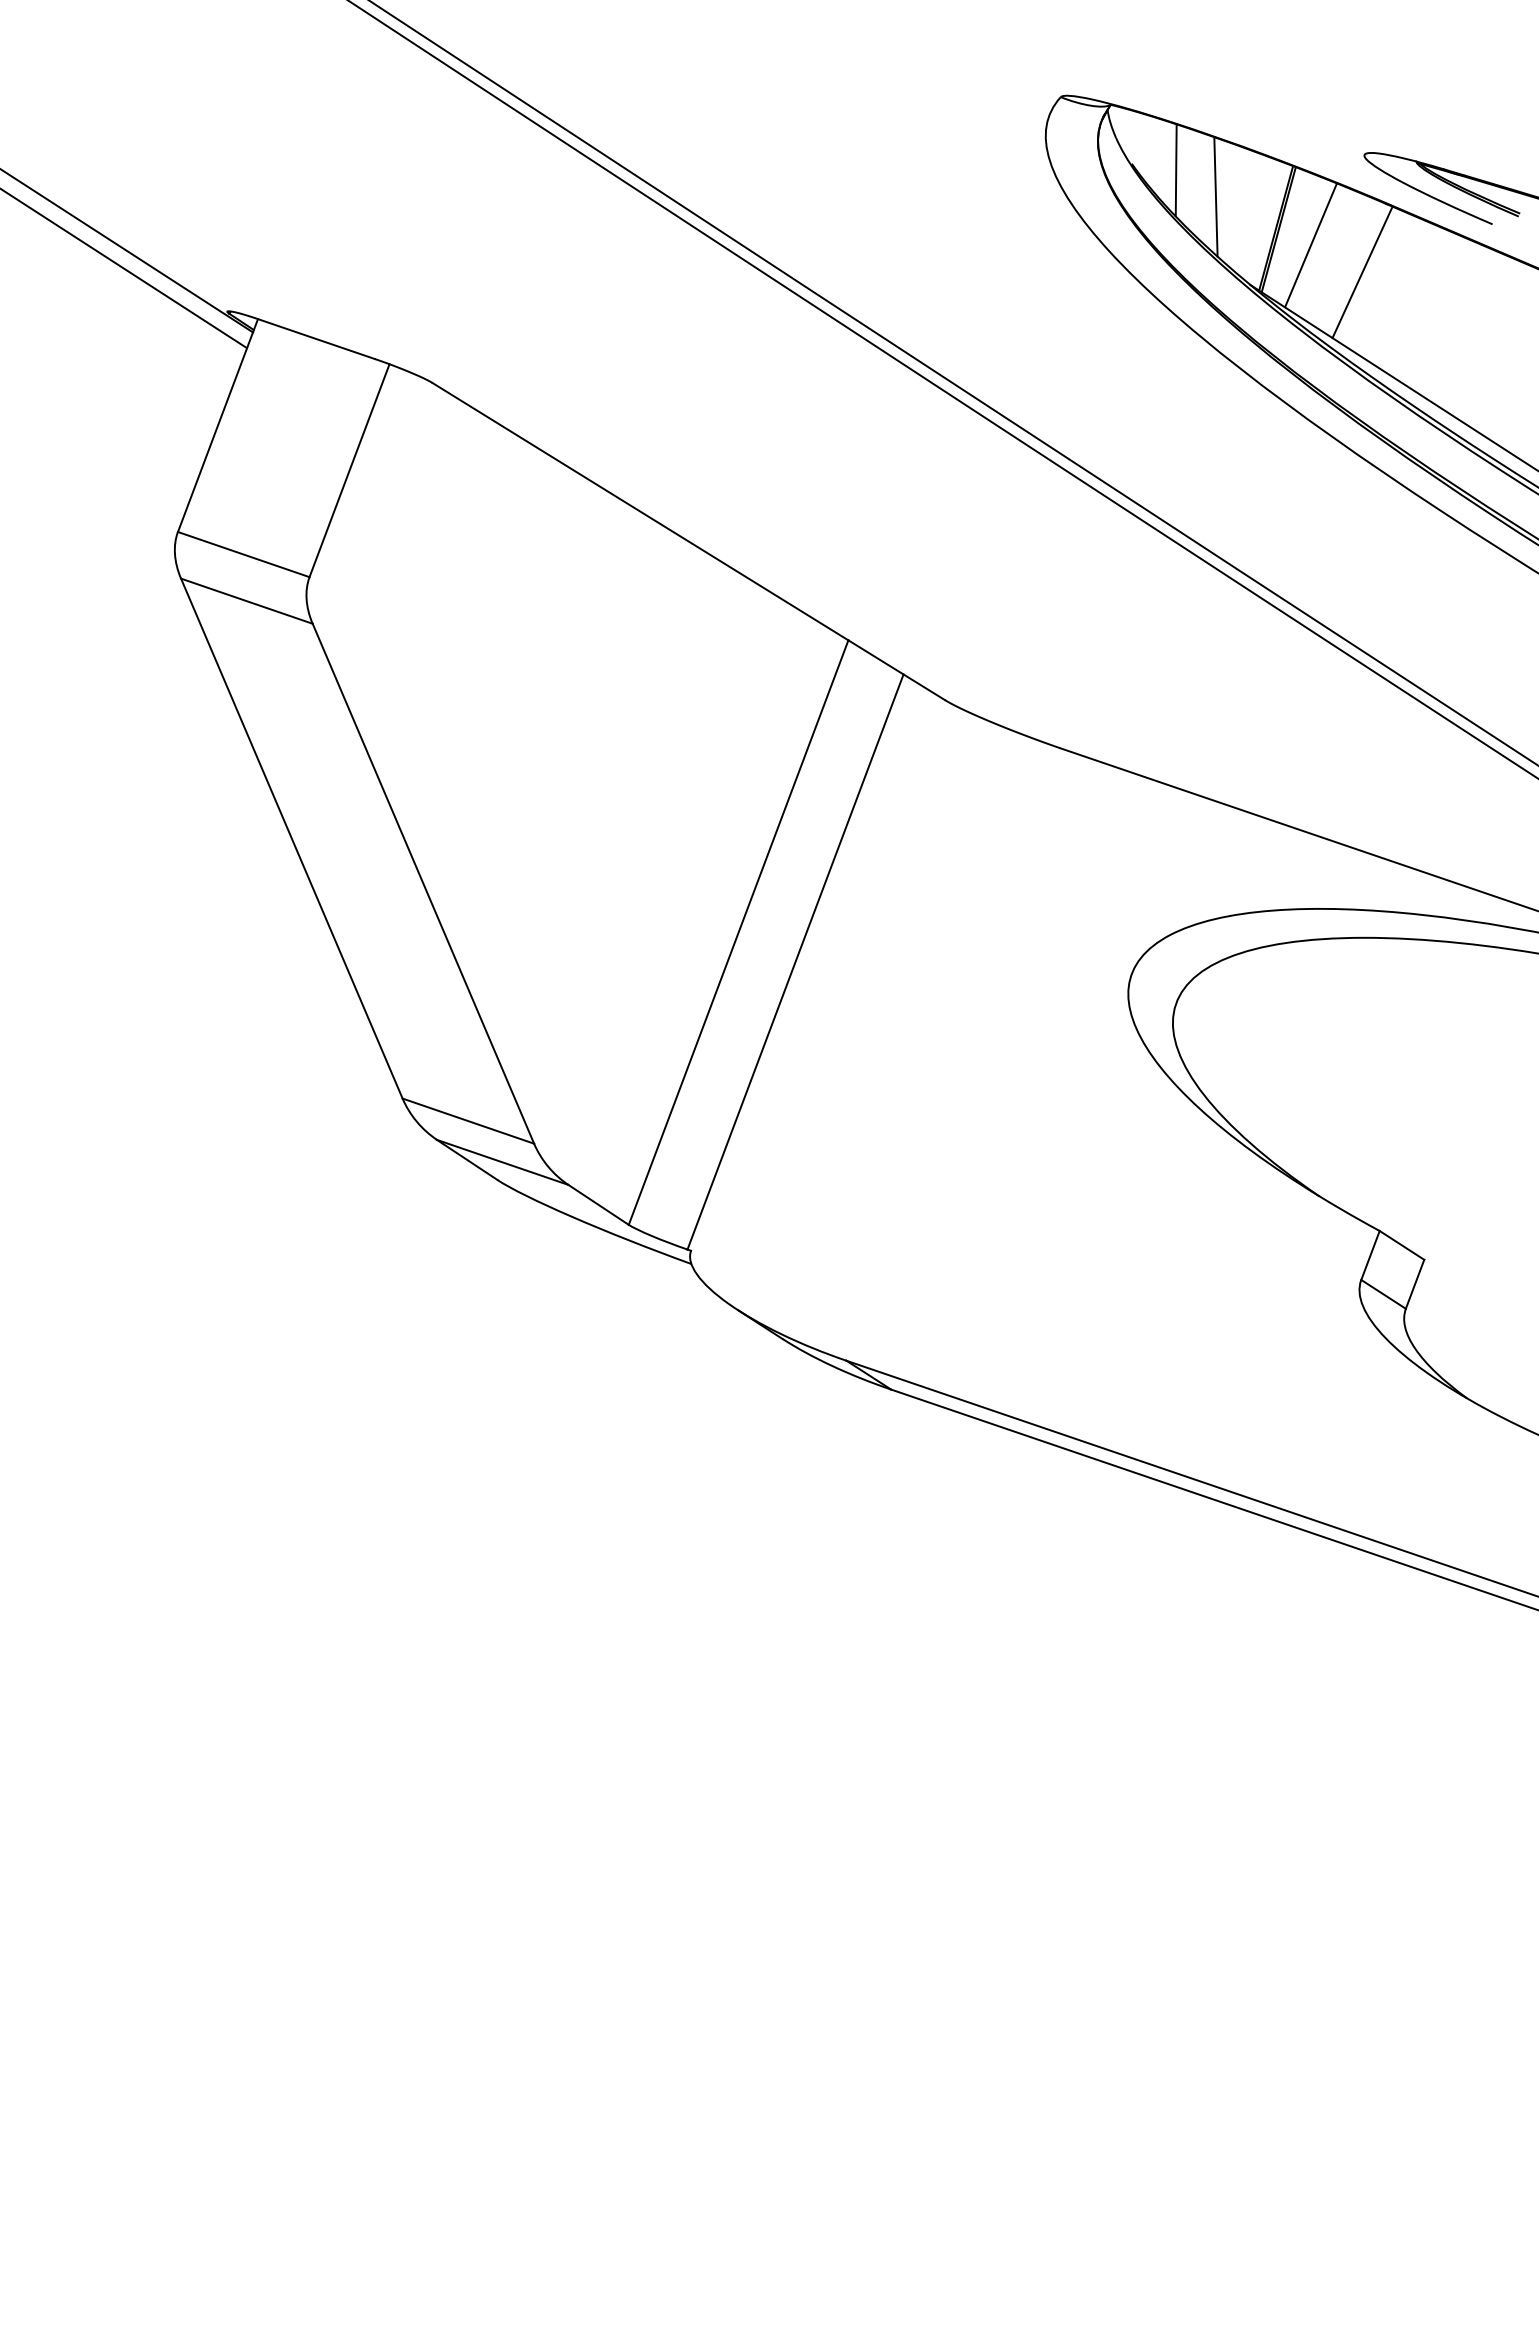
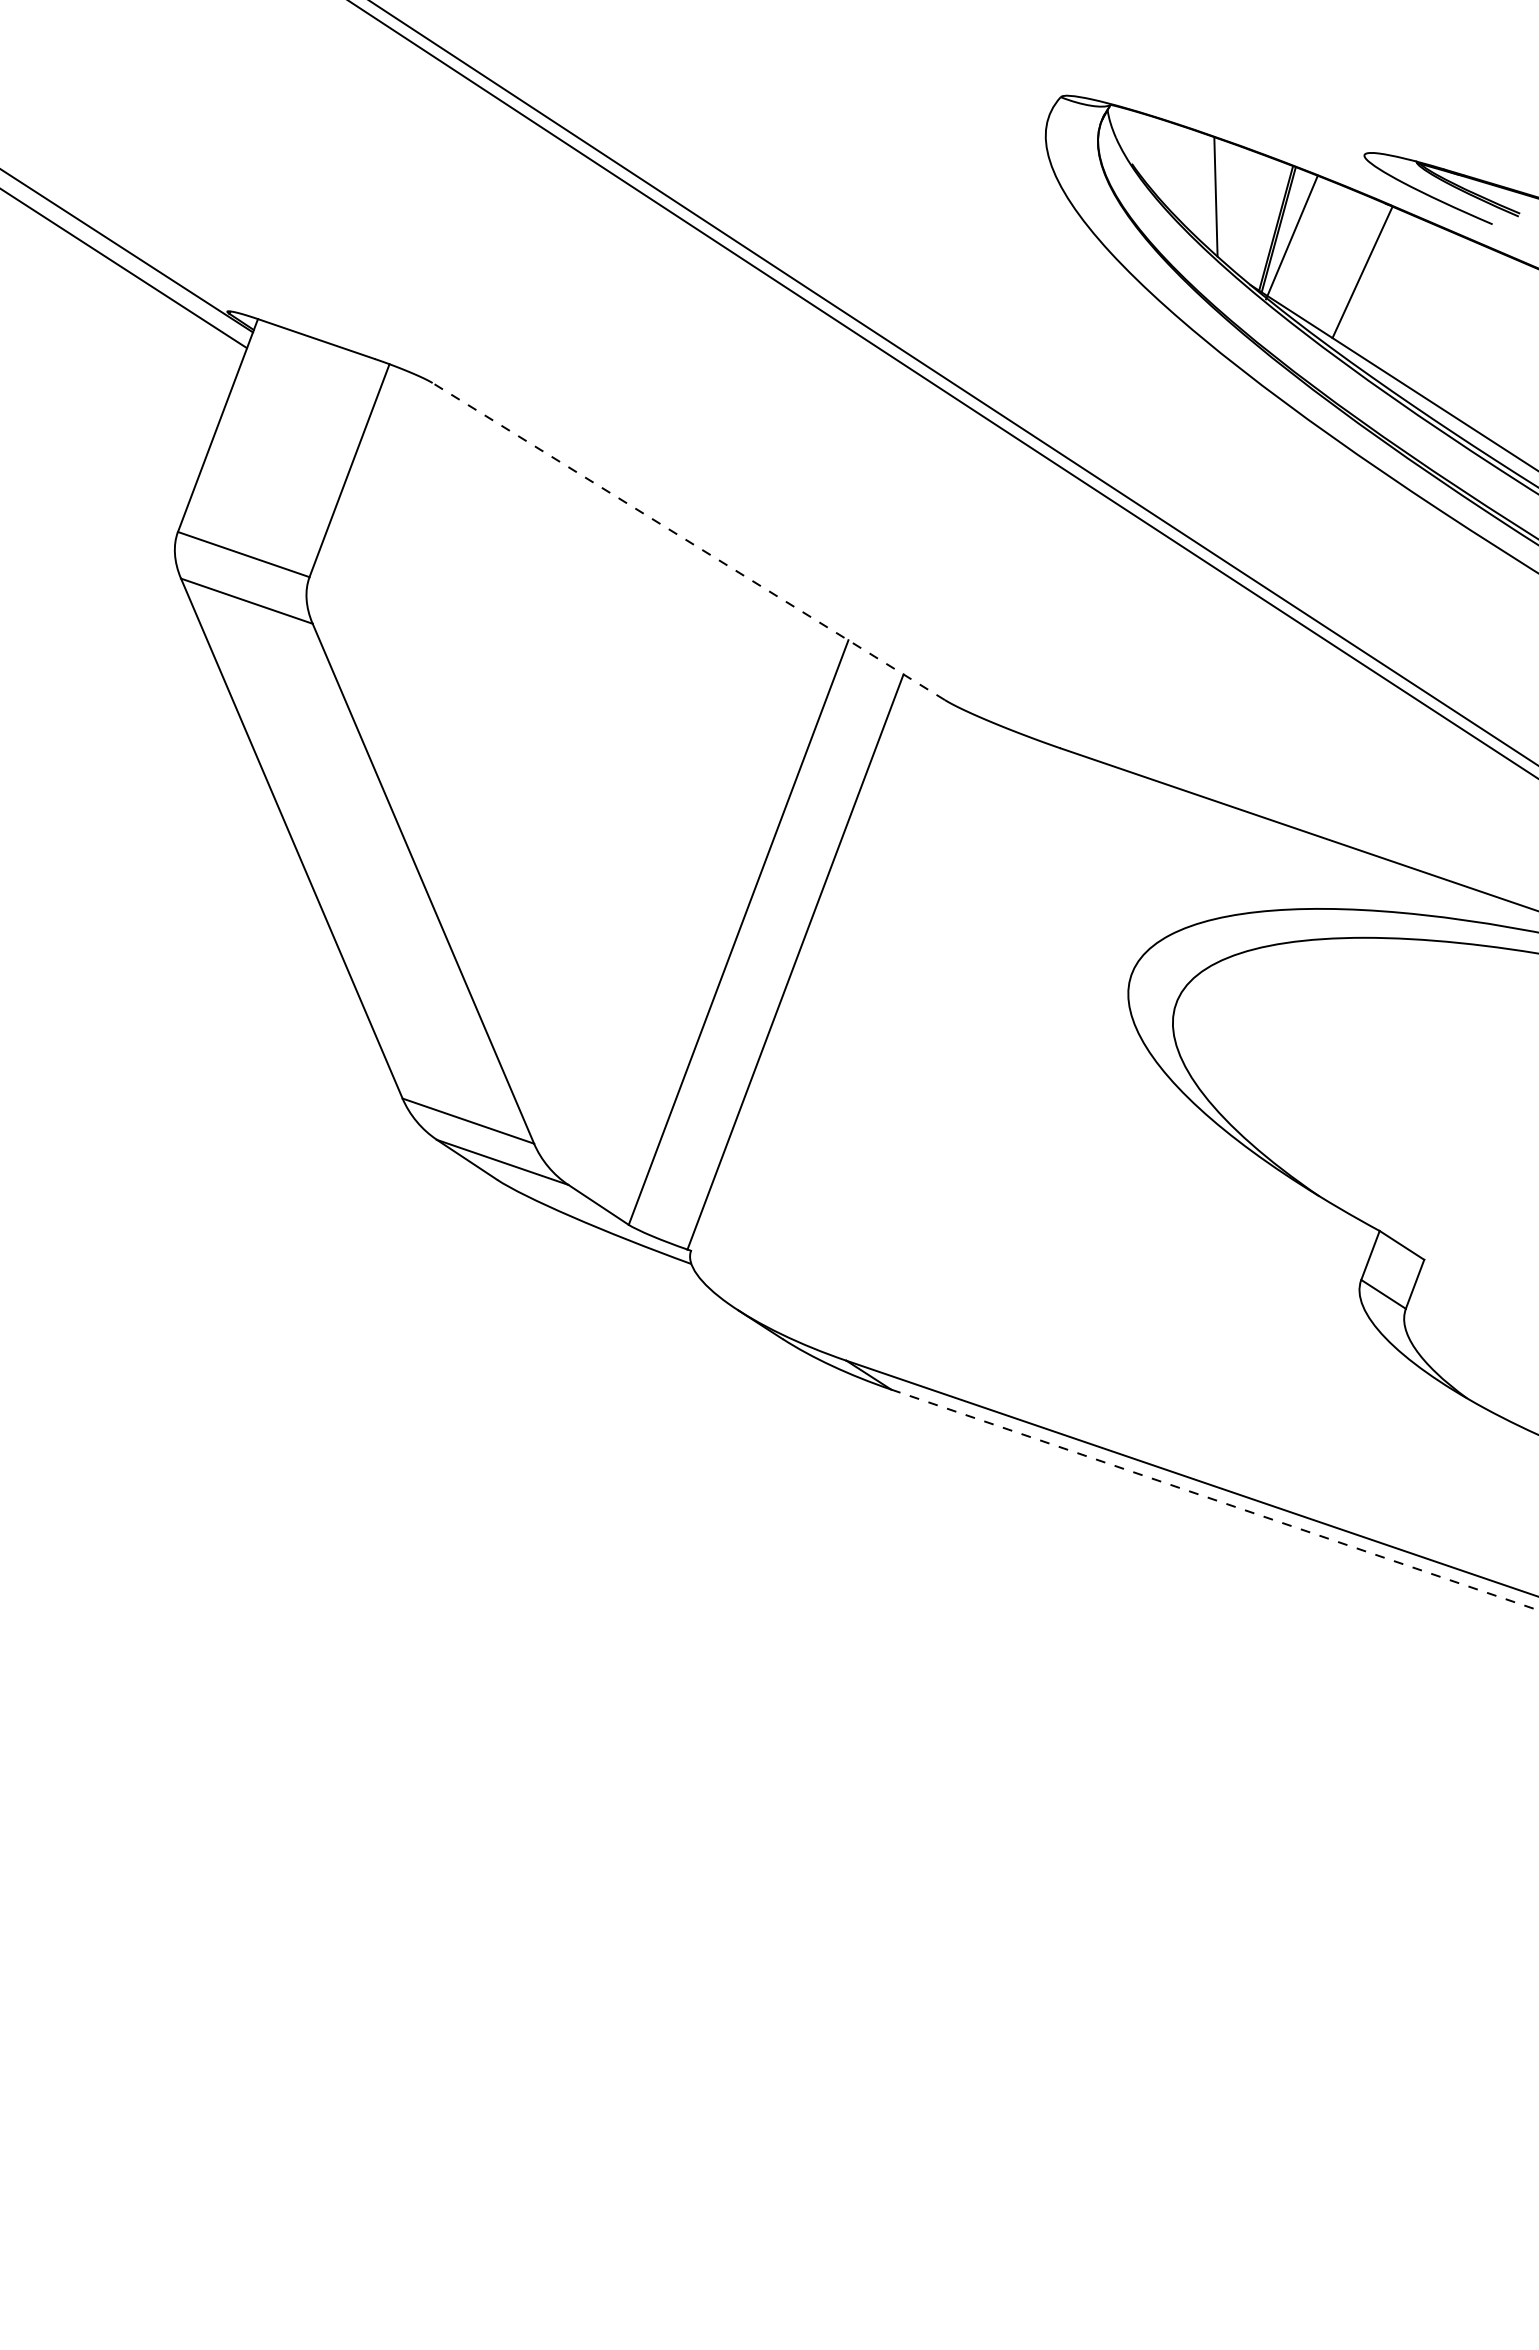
line at (1175, 170): present -> none
line at (1310, 245) position: (1310, 245) -> (1291, 237)
line at (688, 541): solid -> dashed
line at (1214, 1499): solid -> dashed
